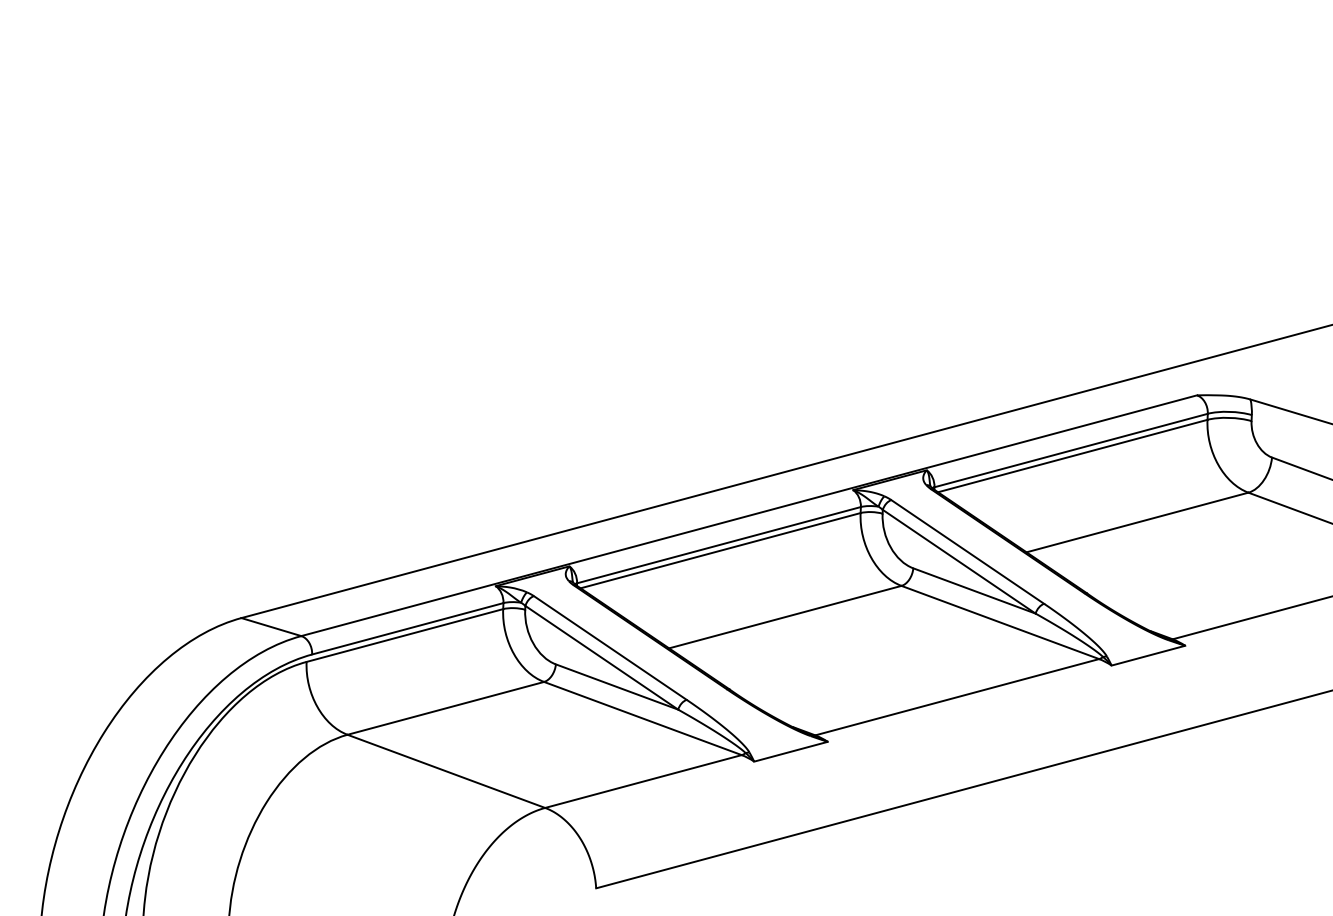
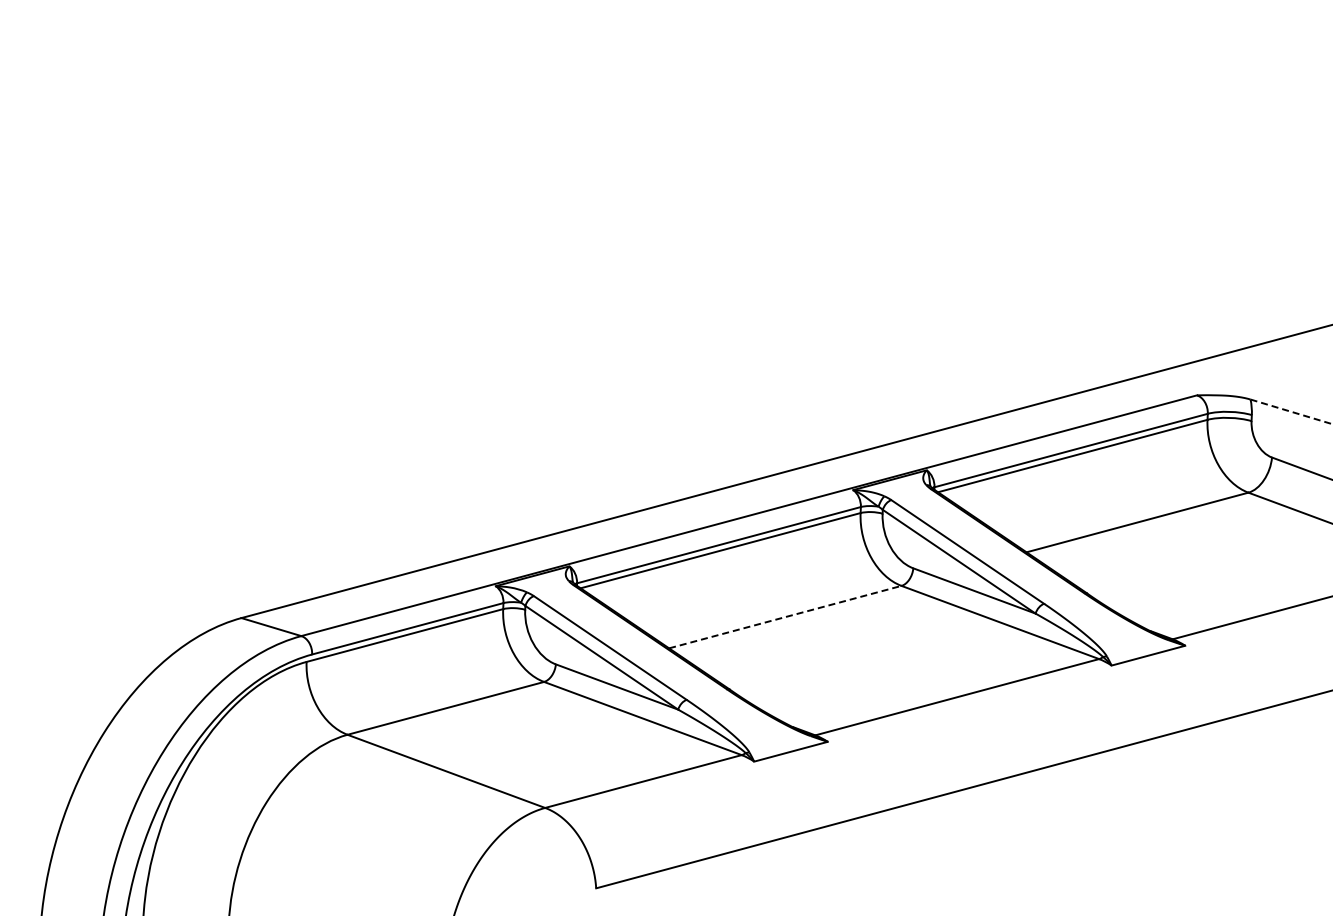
line at (1291, 411): solid -> dashed
line at (785, 617): solid -> dashed
